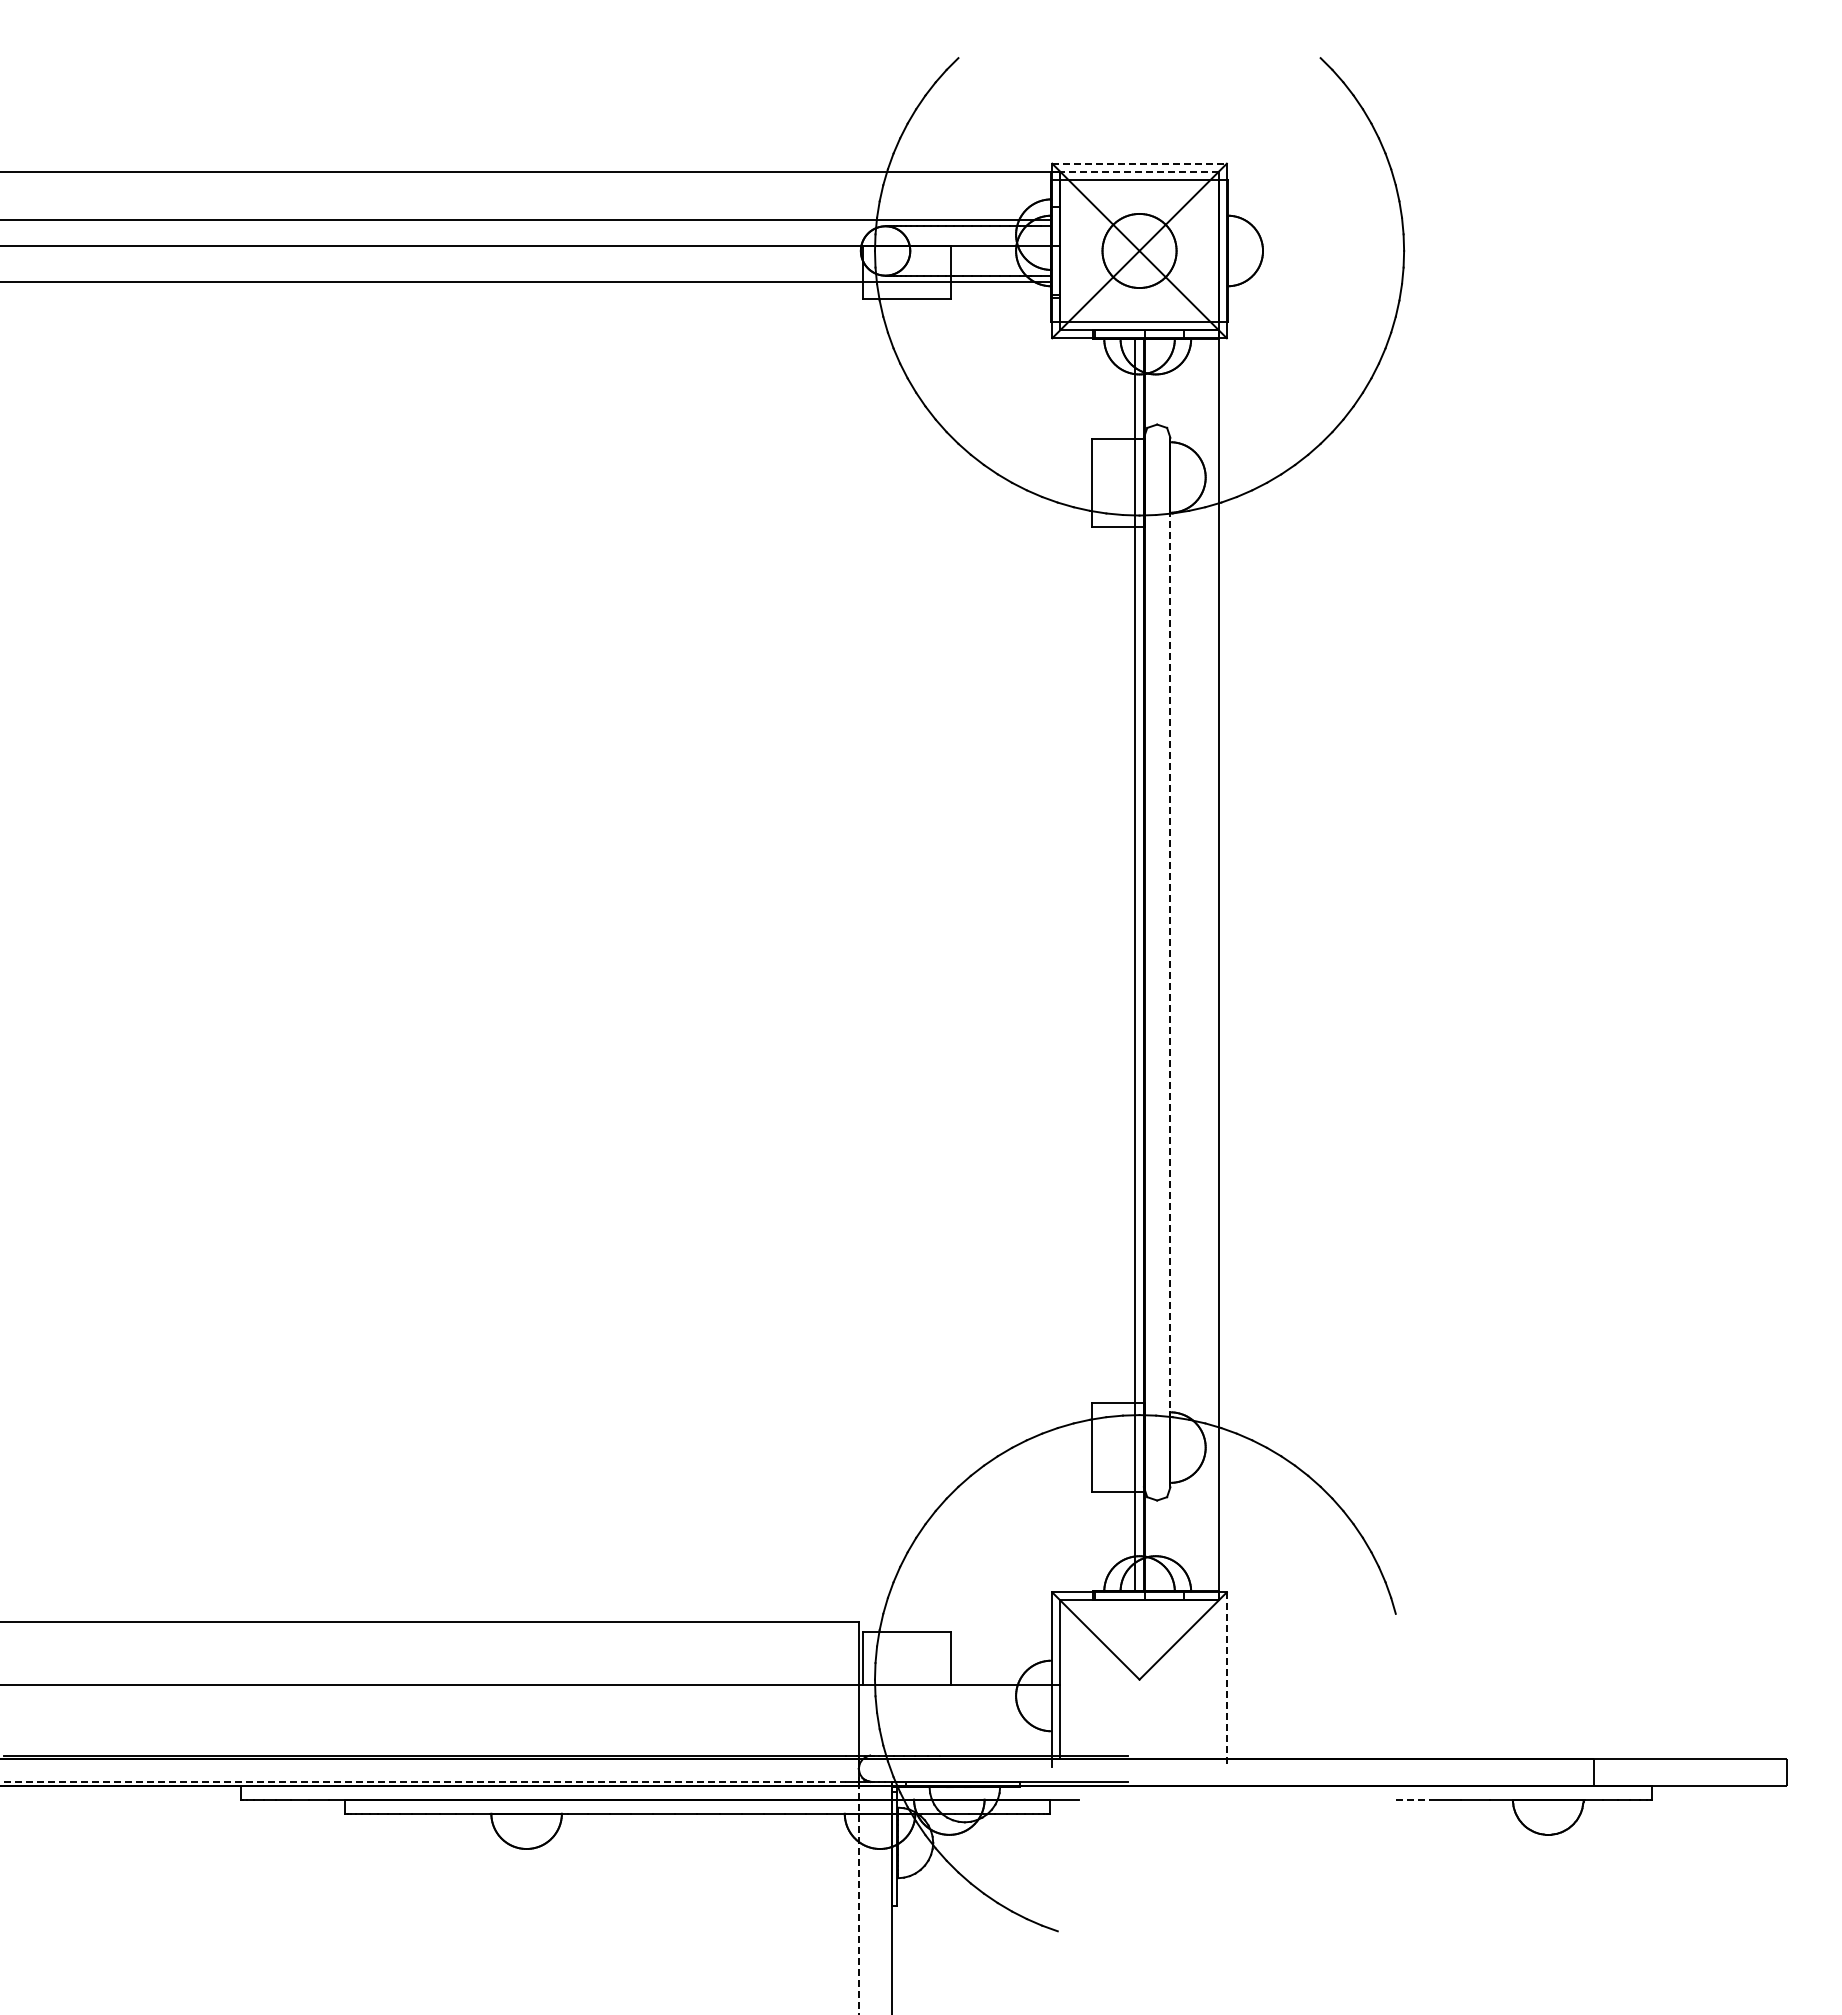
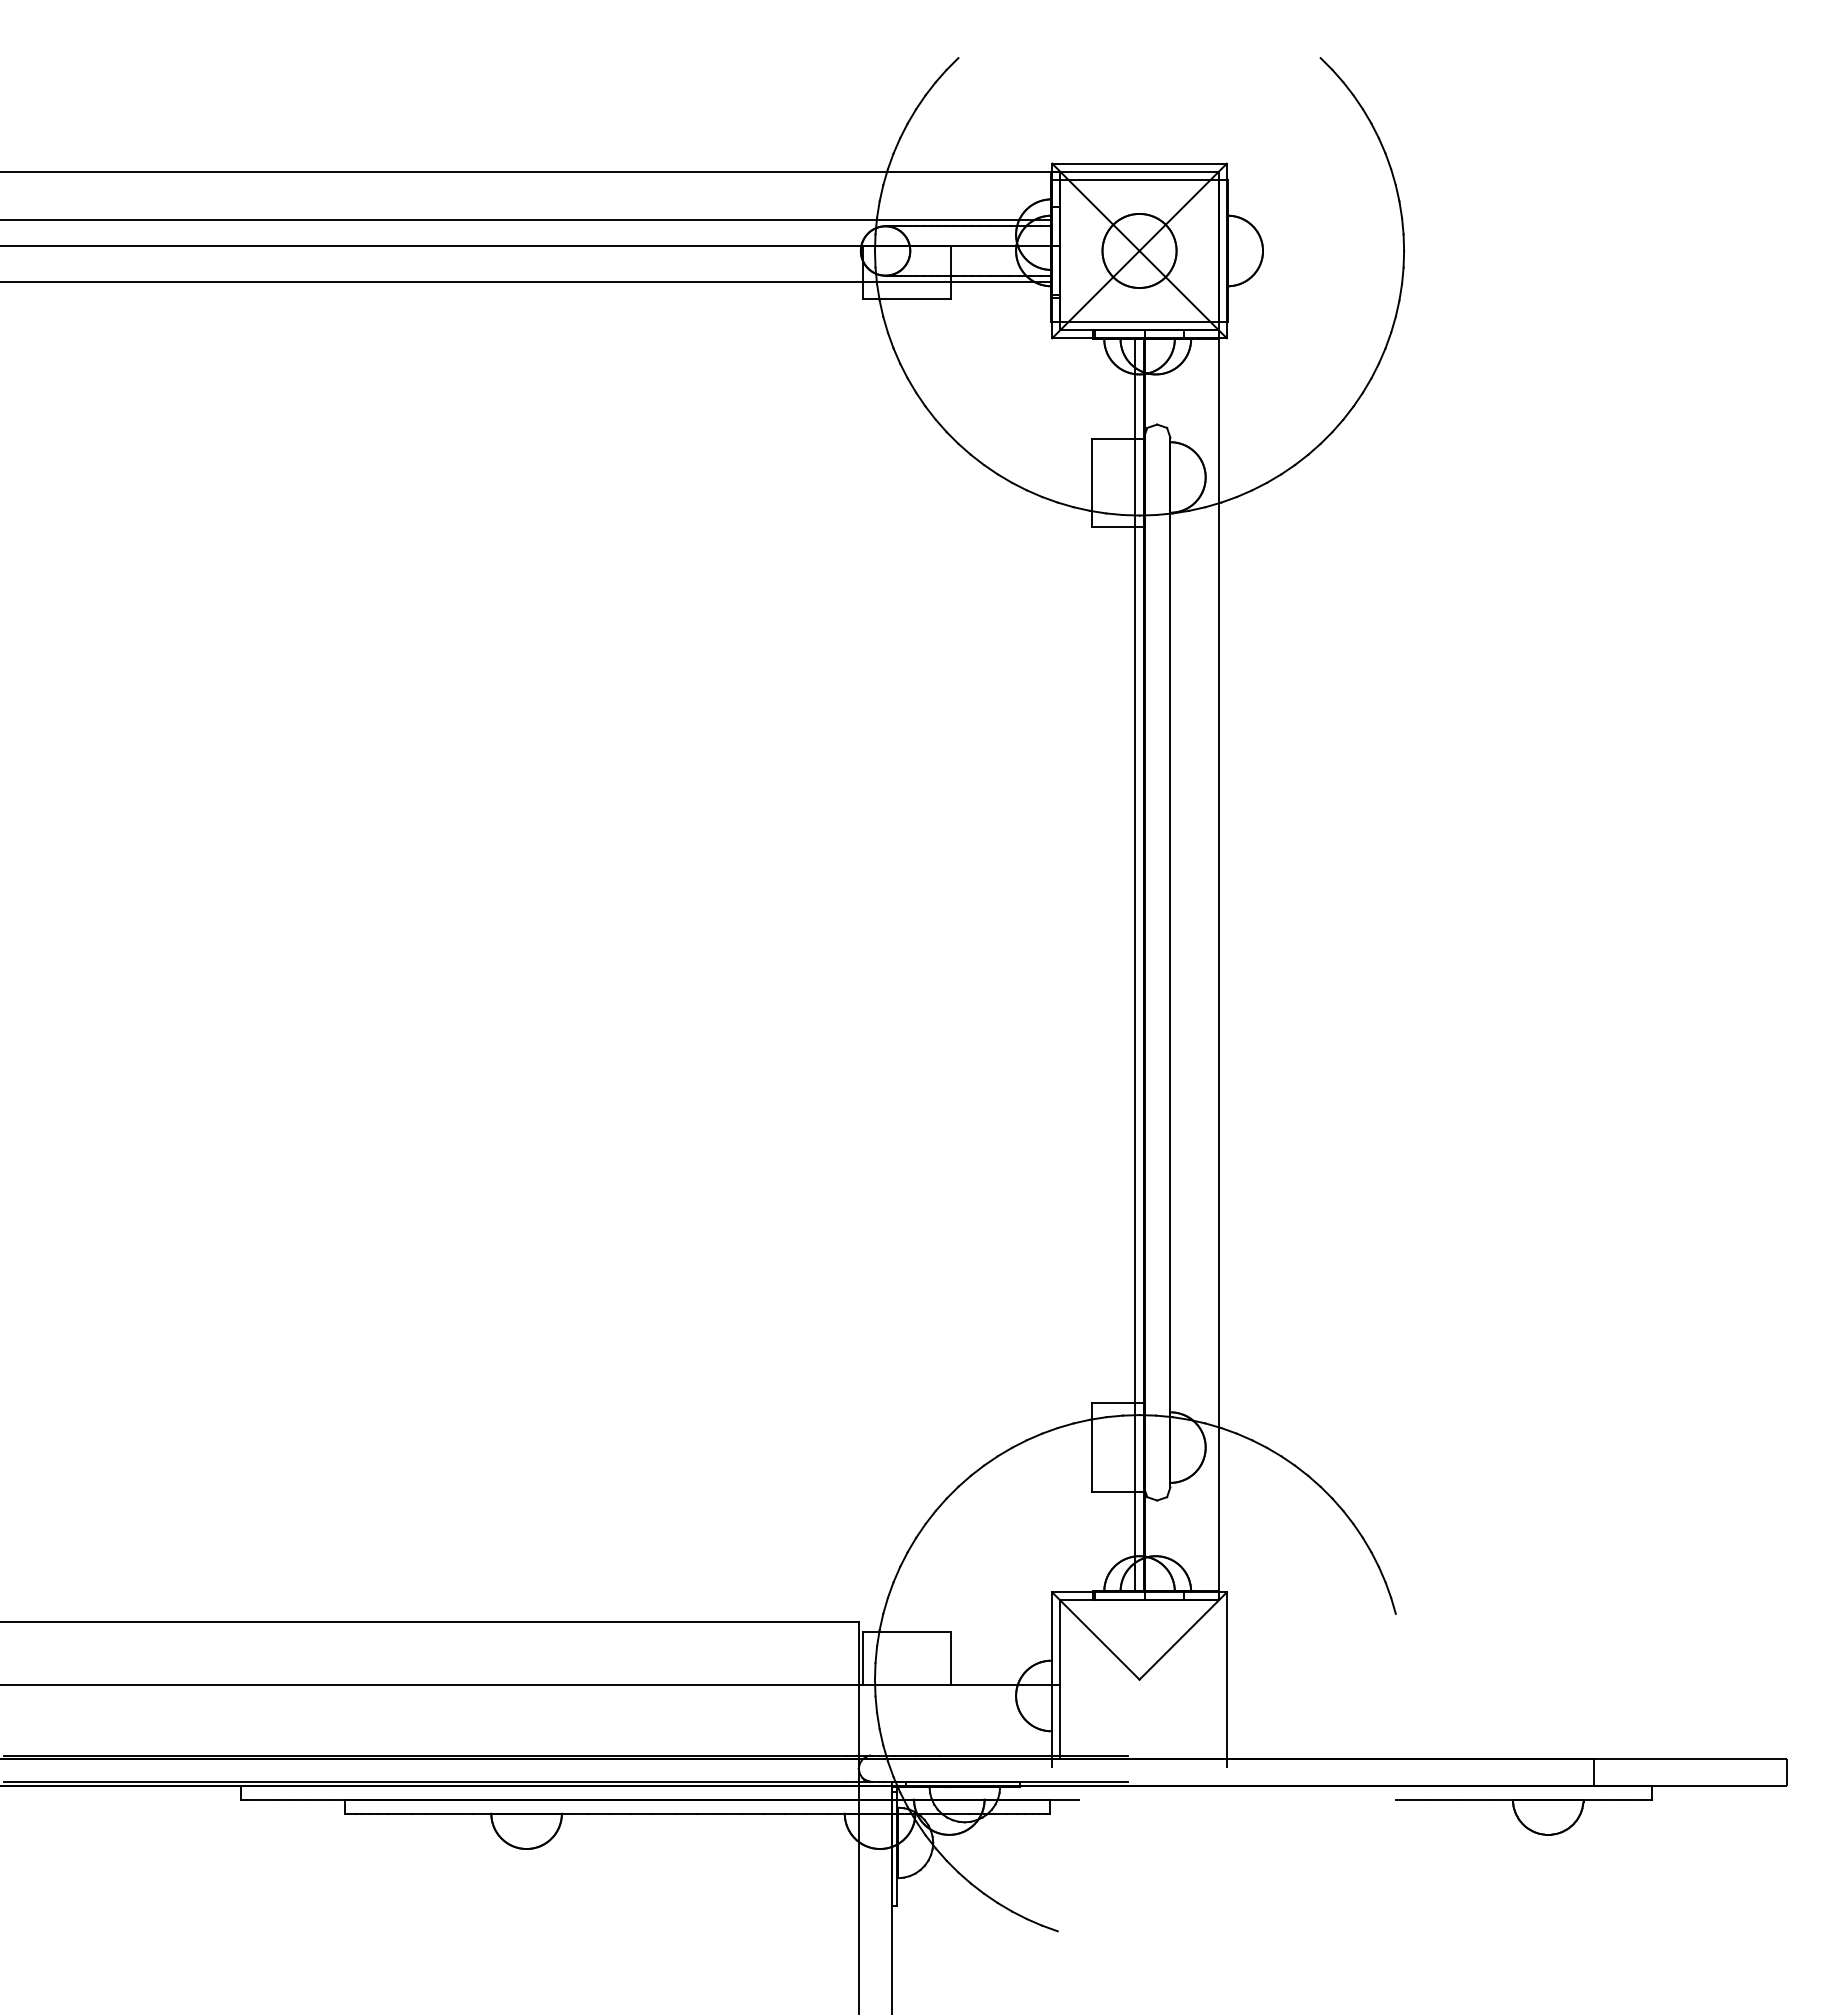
line at (1140, 163): dashed -> solid
line at (1139, 171): dashed -> solid
line at (1170, 962): dashed -> solid
line at (1226, 1680): dashed -> solid
line at (424, 1781): dashed -> solid
line at (1413, 1799): dashed -> solid
line at (858, 1898): dashed -> solid
